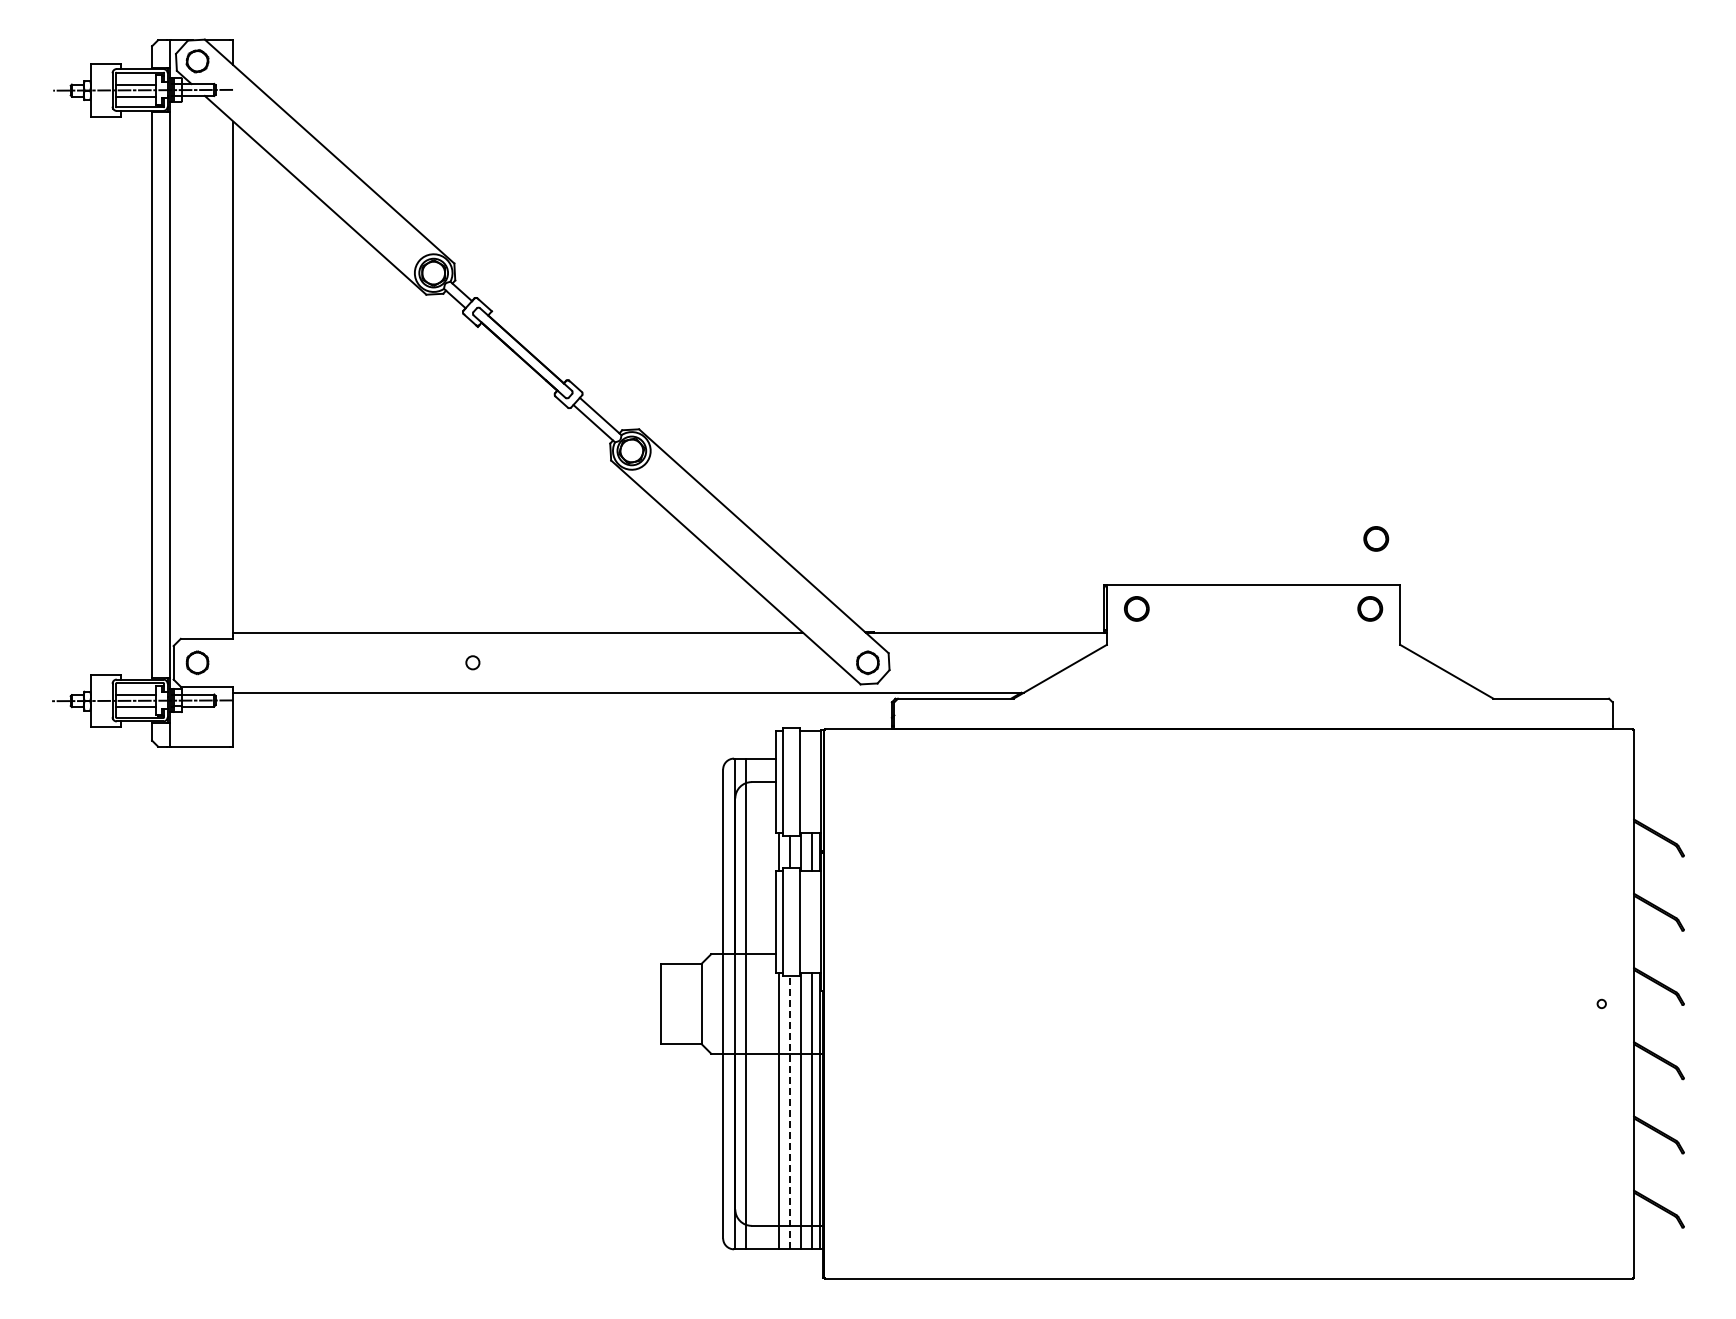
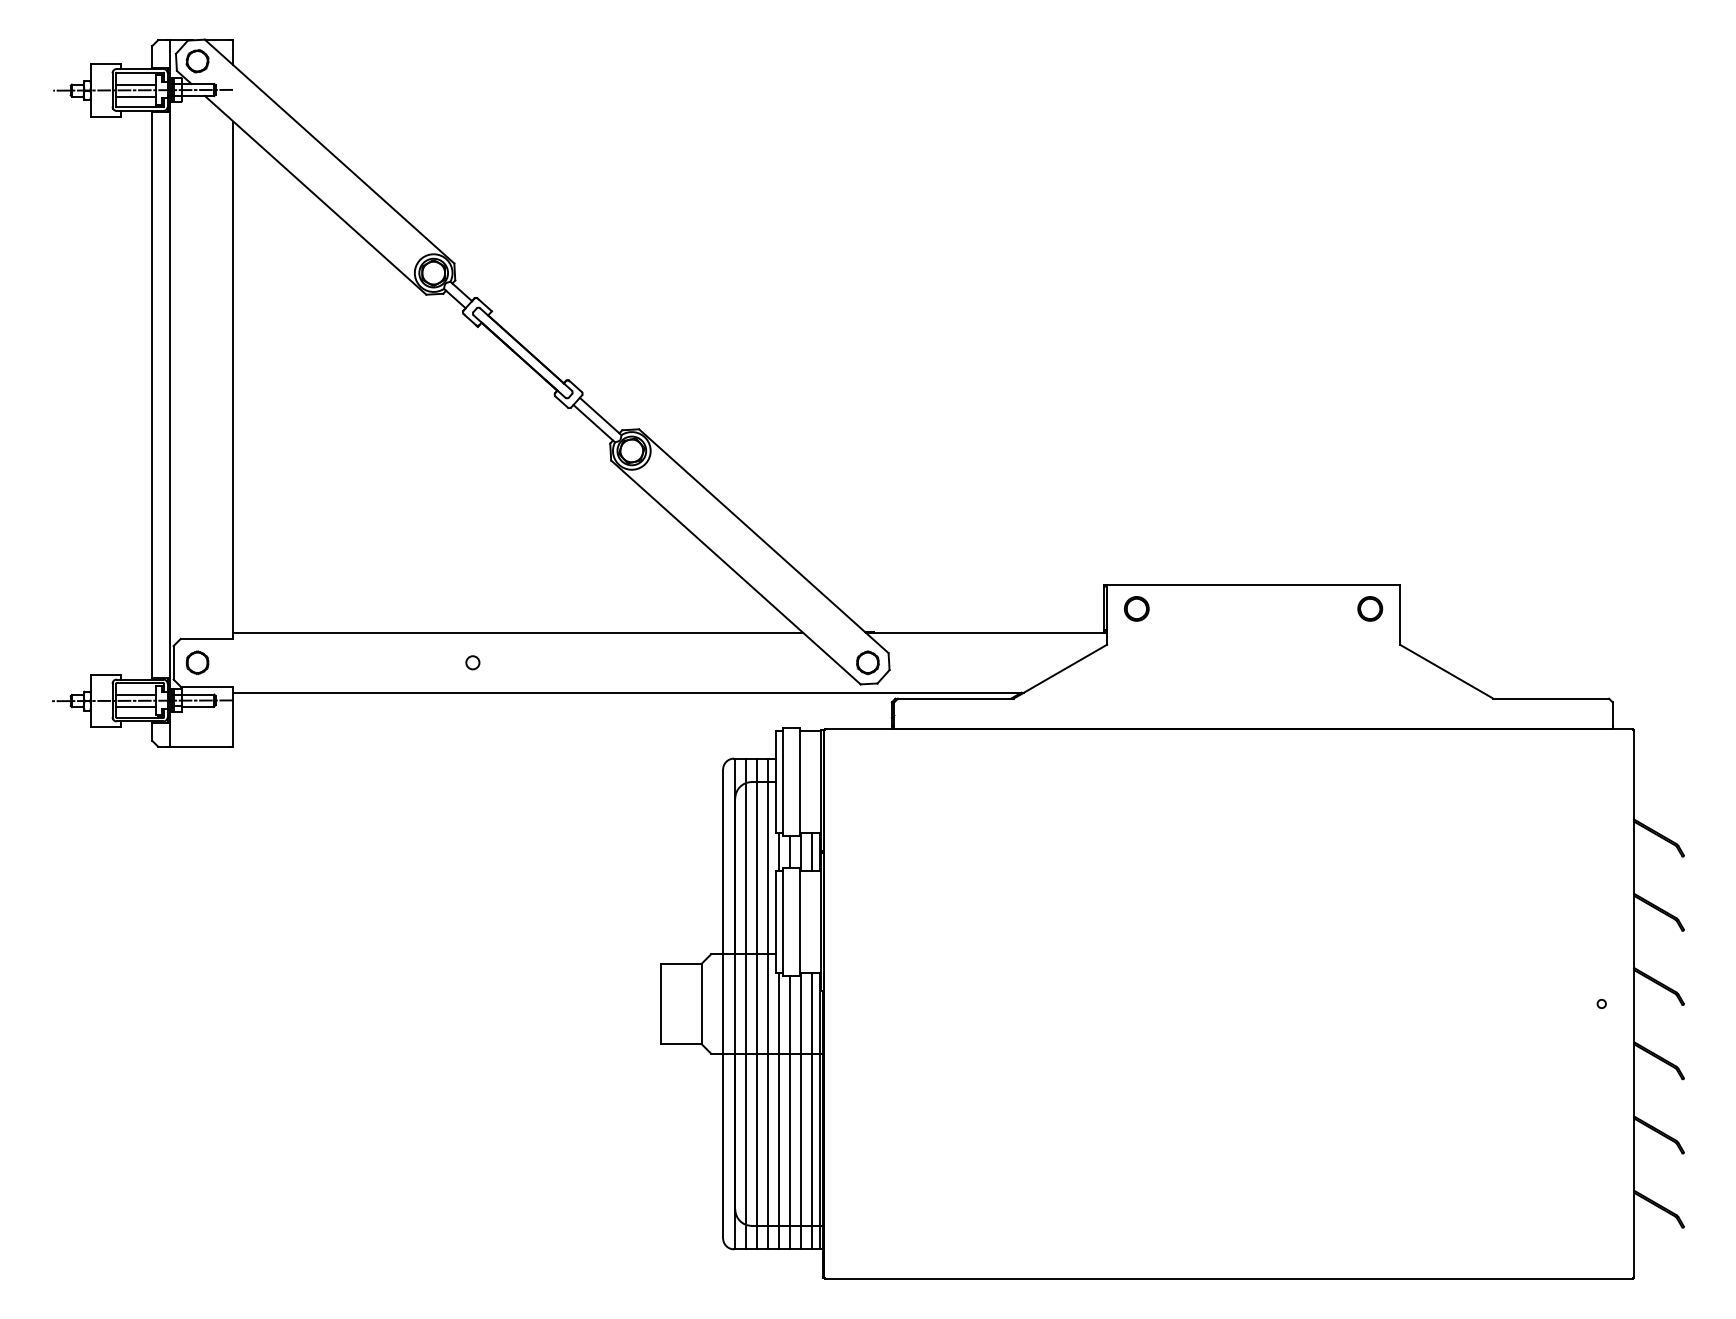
part at (1376, 538): present -> none
line at (757, 1003): none -> present
line at (767, 1003): none -> present
line at (789, 1112): dashed -> solid
